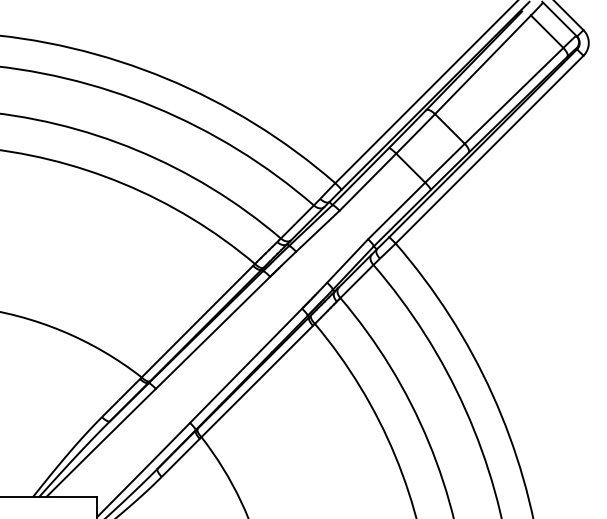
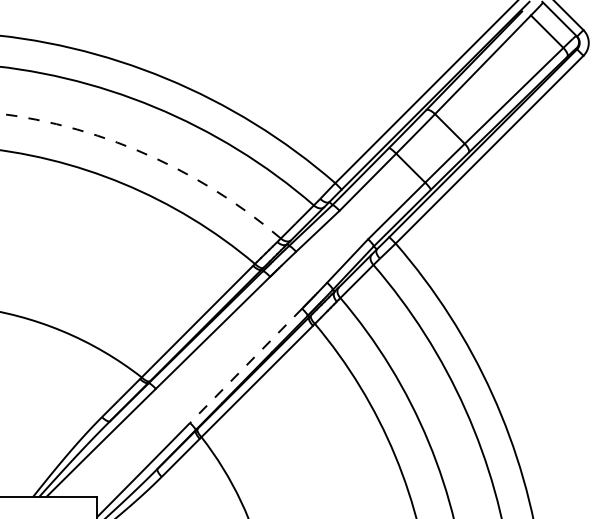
arc at (149, 155): solid -> dashed
line at (245, 366): solid -> dashed
